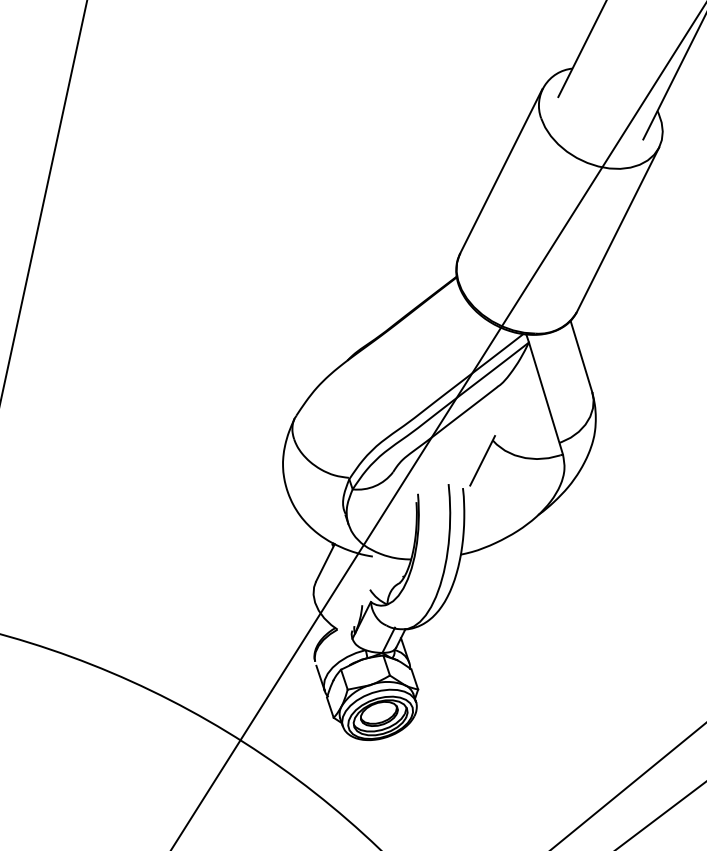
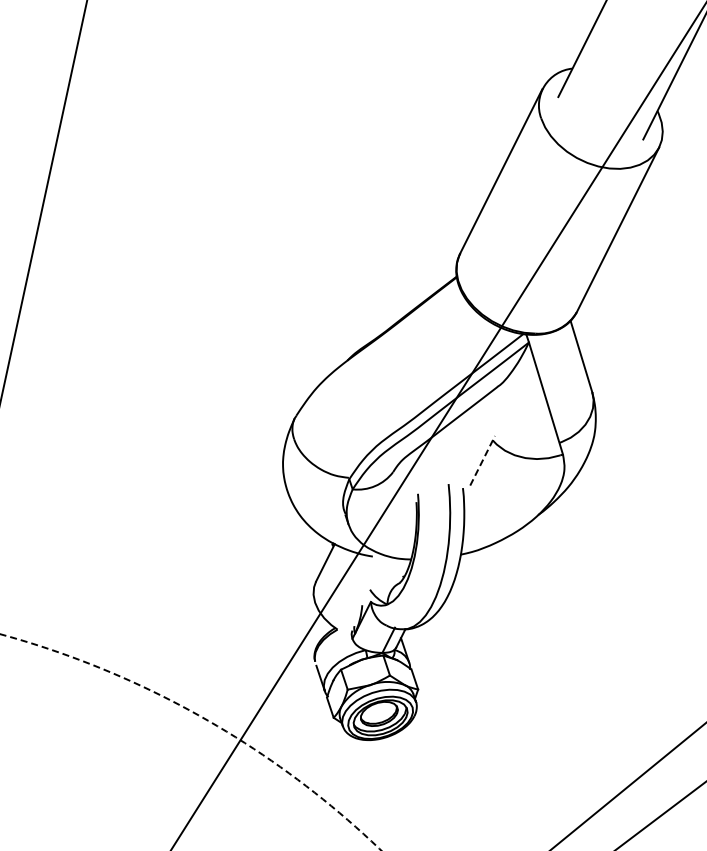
line at (482, 460): solid -> dashed
circle at (190, 742): solid -> dashed
